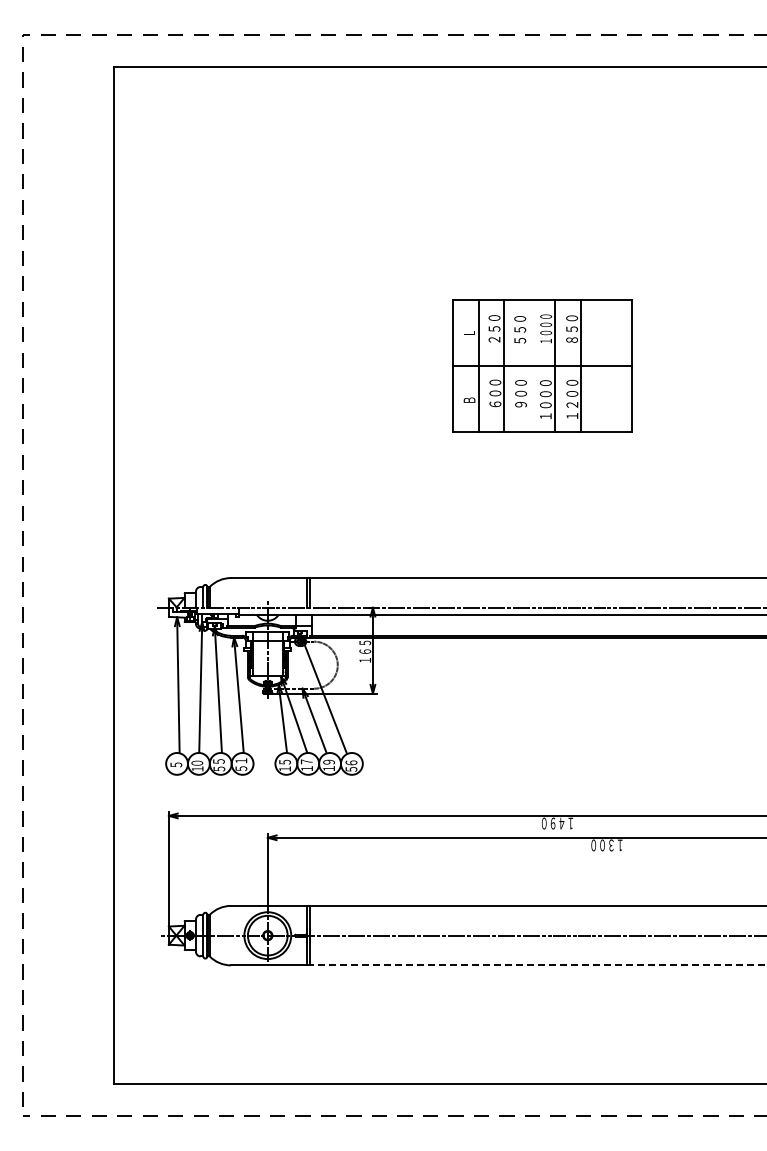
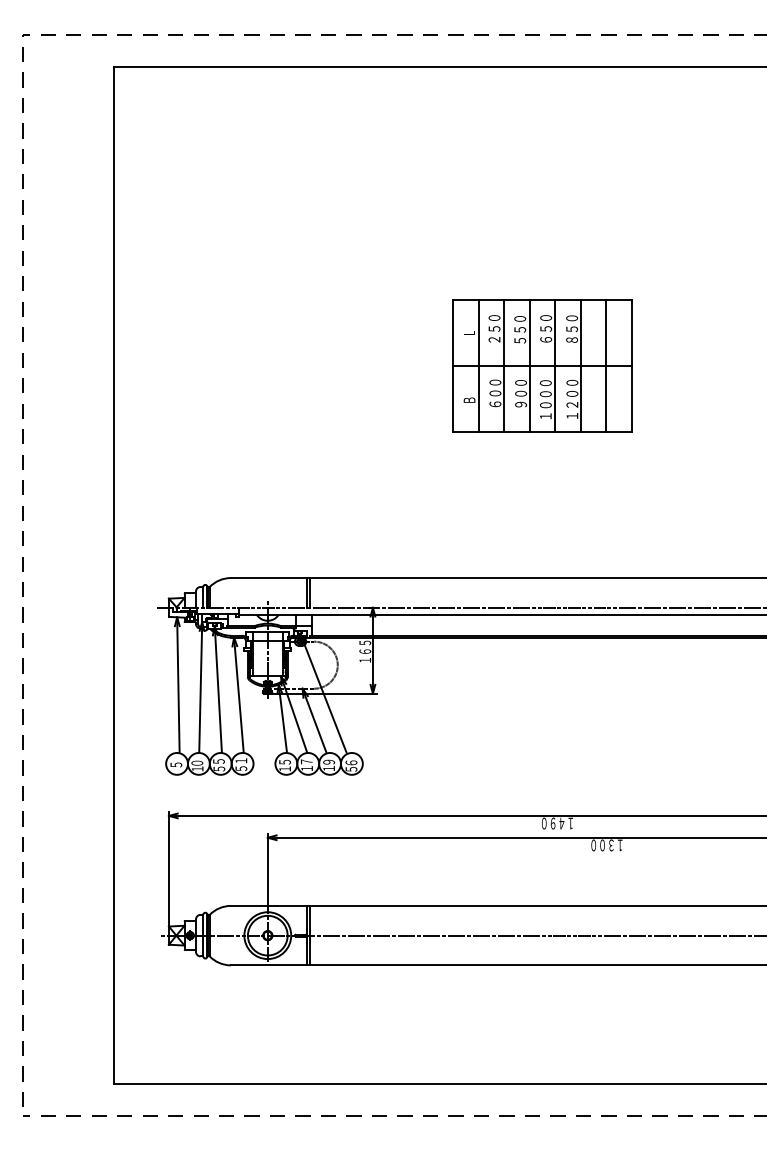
text at (546, 328): １０００ -> ６５０
line at (529, 365): none -> present
line at (606, 365): none -> present
line at (536, 965): dashed -> solid
